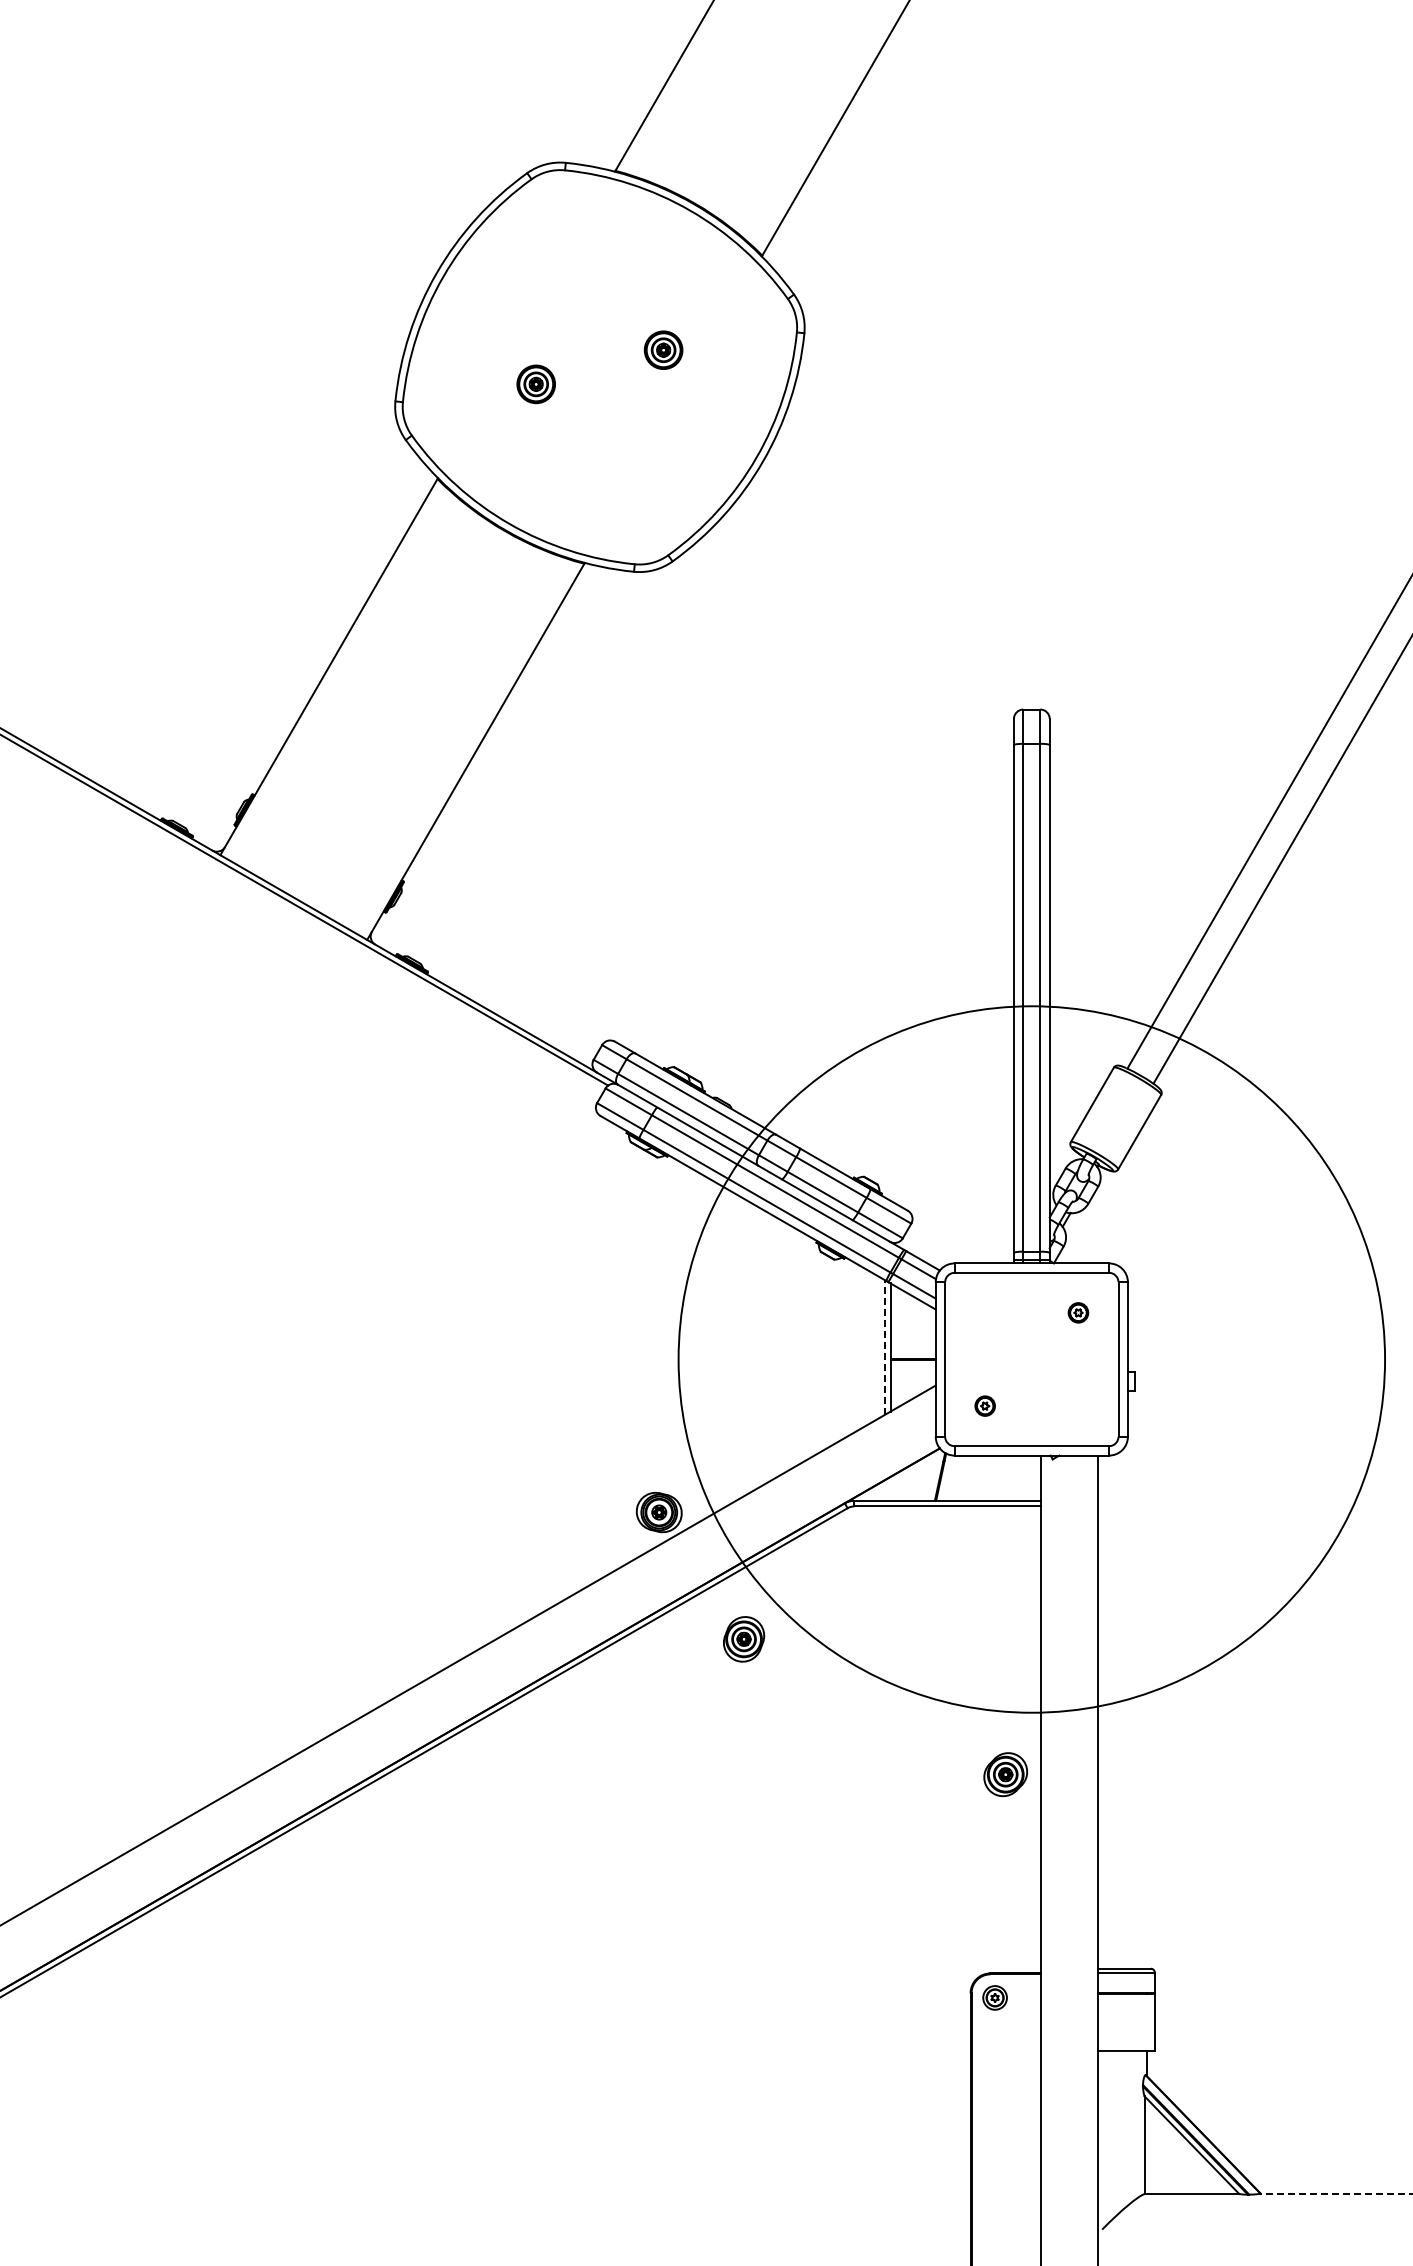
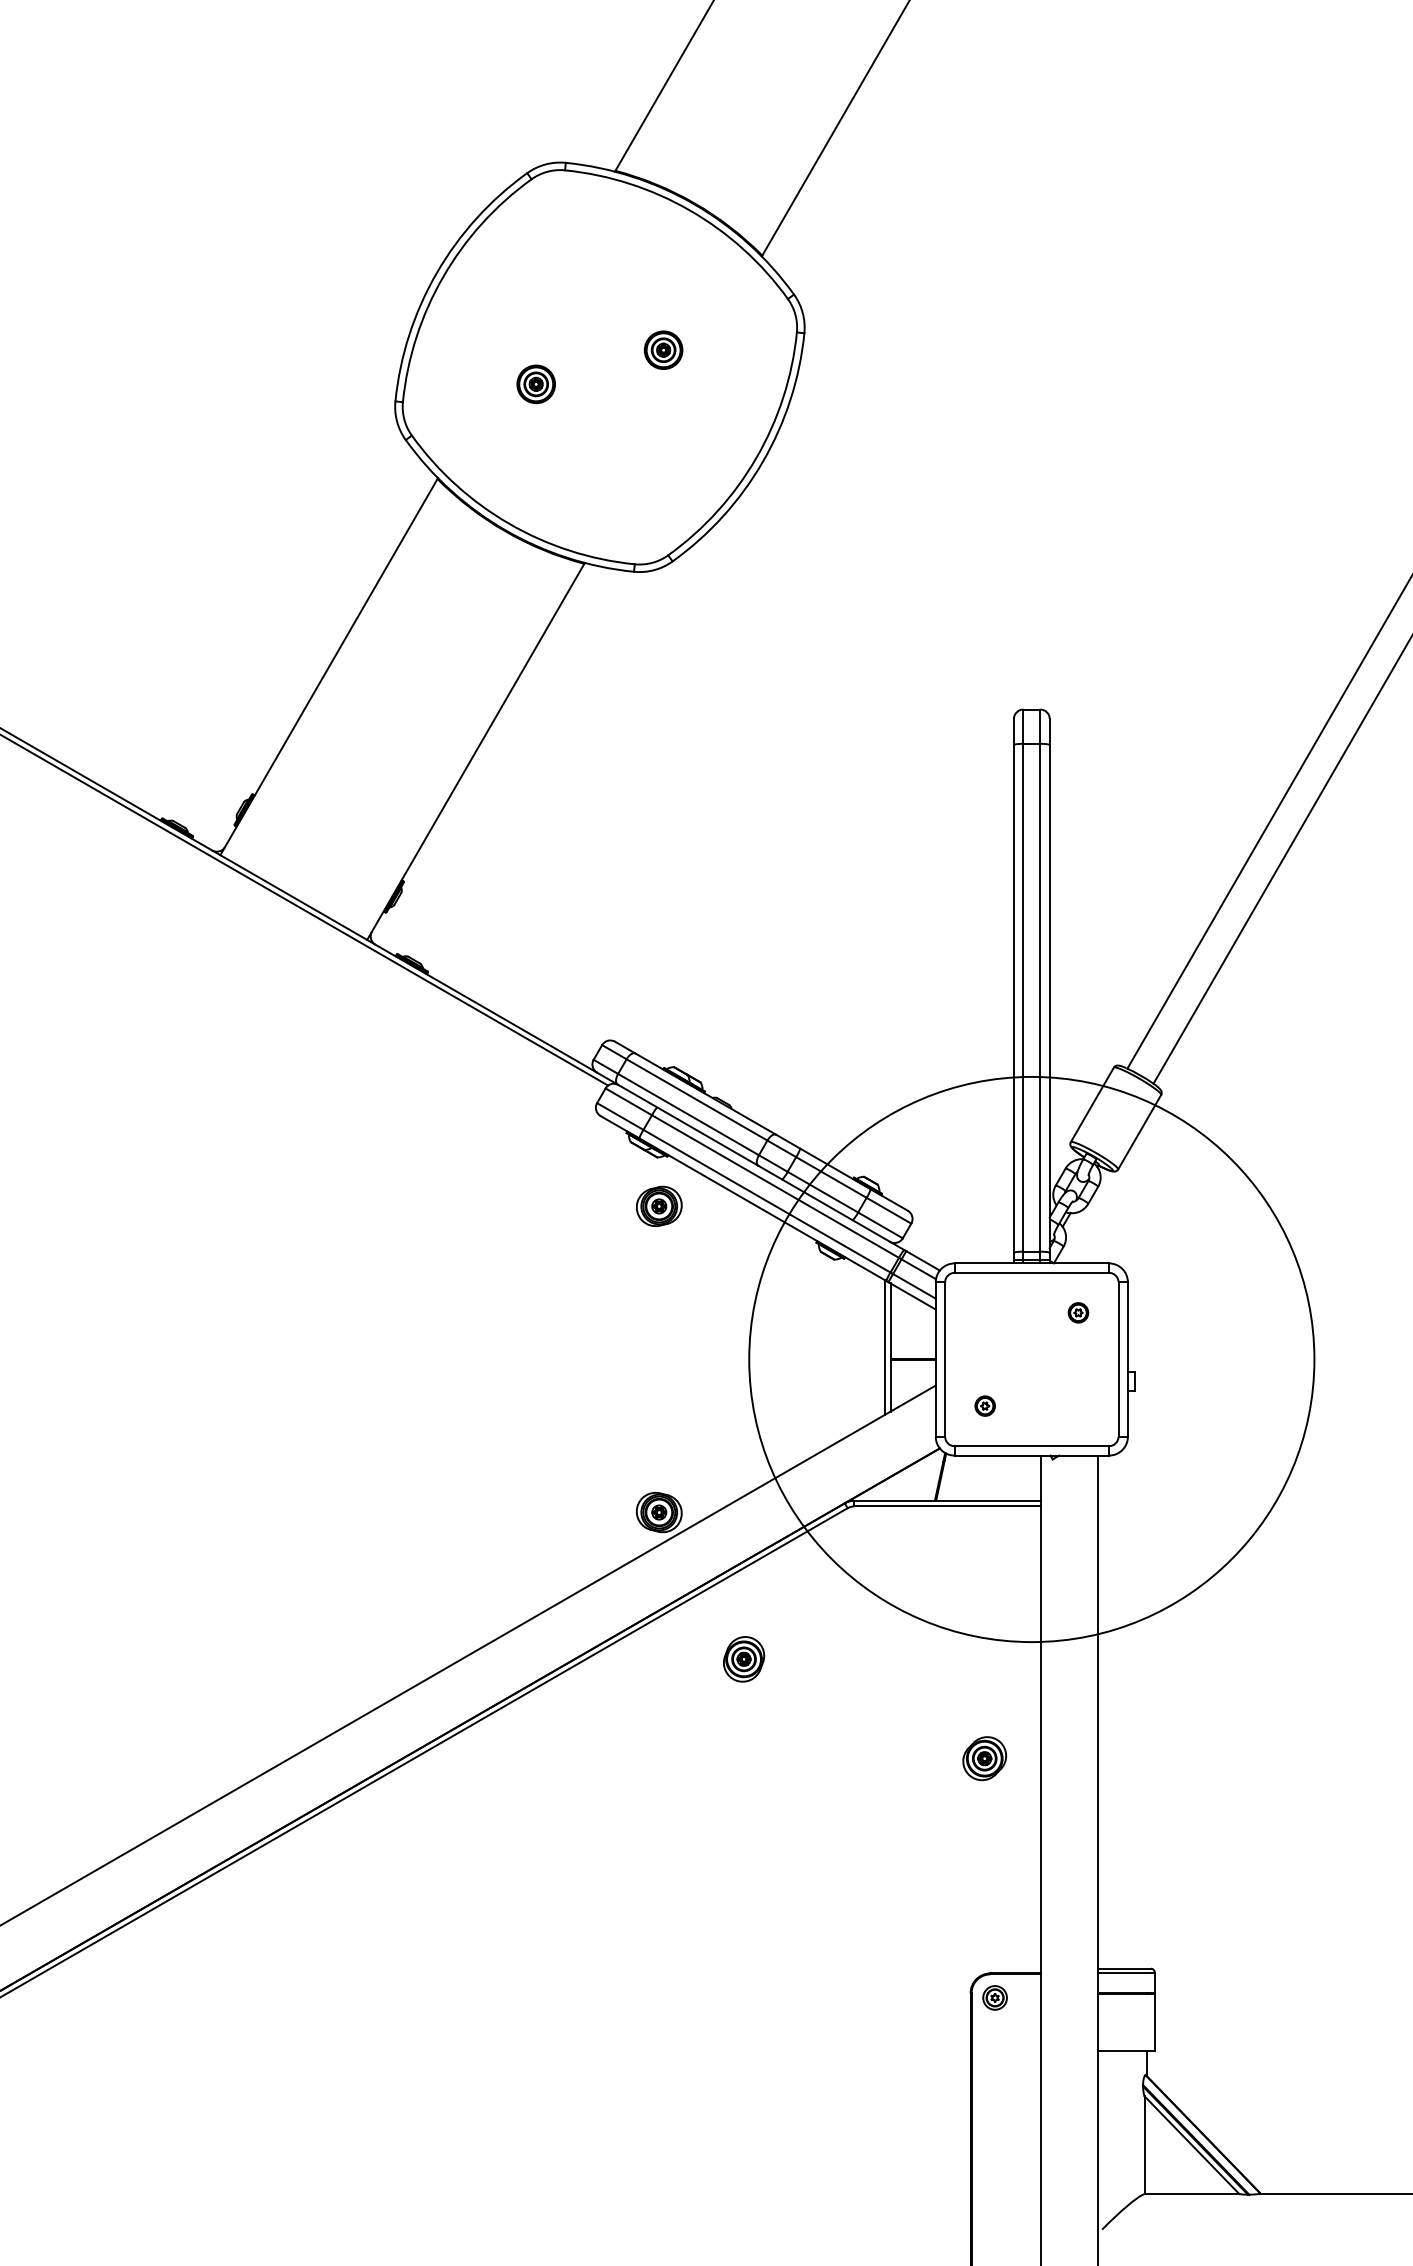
part at (659, 1205): none -> present
line at (884, 1347): dashed -> solid
circle at (1031, 1359) diameter: 706 px -> 565 px
part at (744, 1639) position: (744, 1639) -> (744, 1659)
part at (1005, 1774) position: (1005, 1774) -> (984, 1758)
line at (1336, 2193): dashed -> solid
